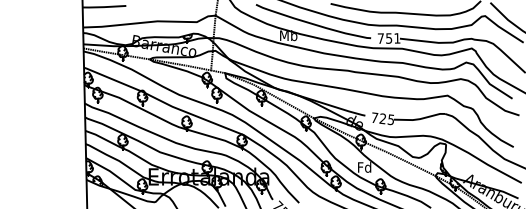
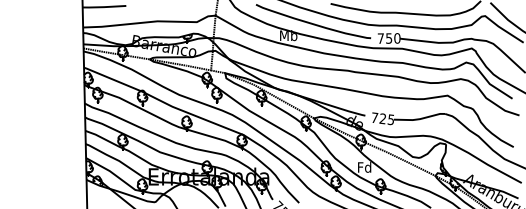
text at (397, 38): 751 -> 750
